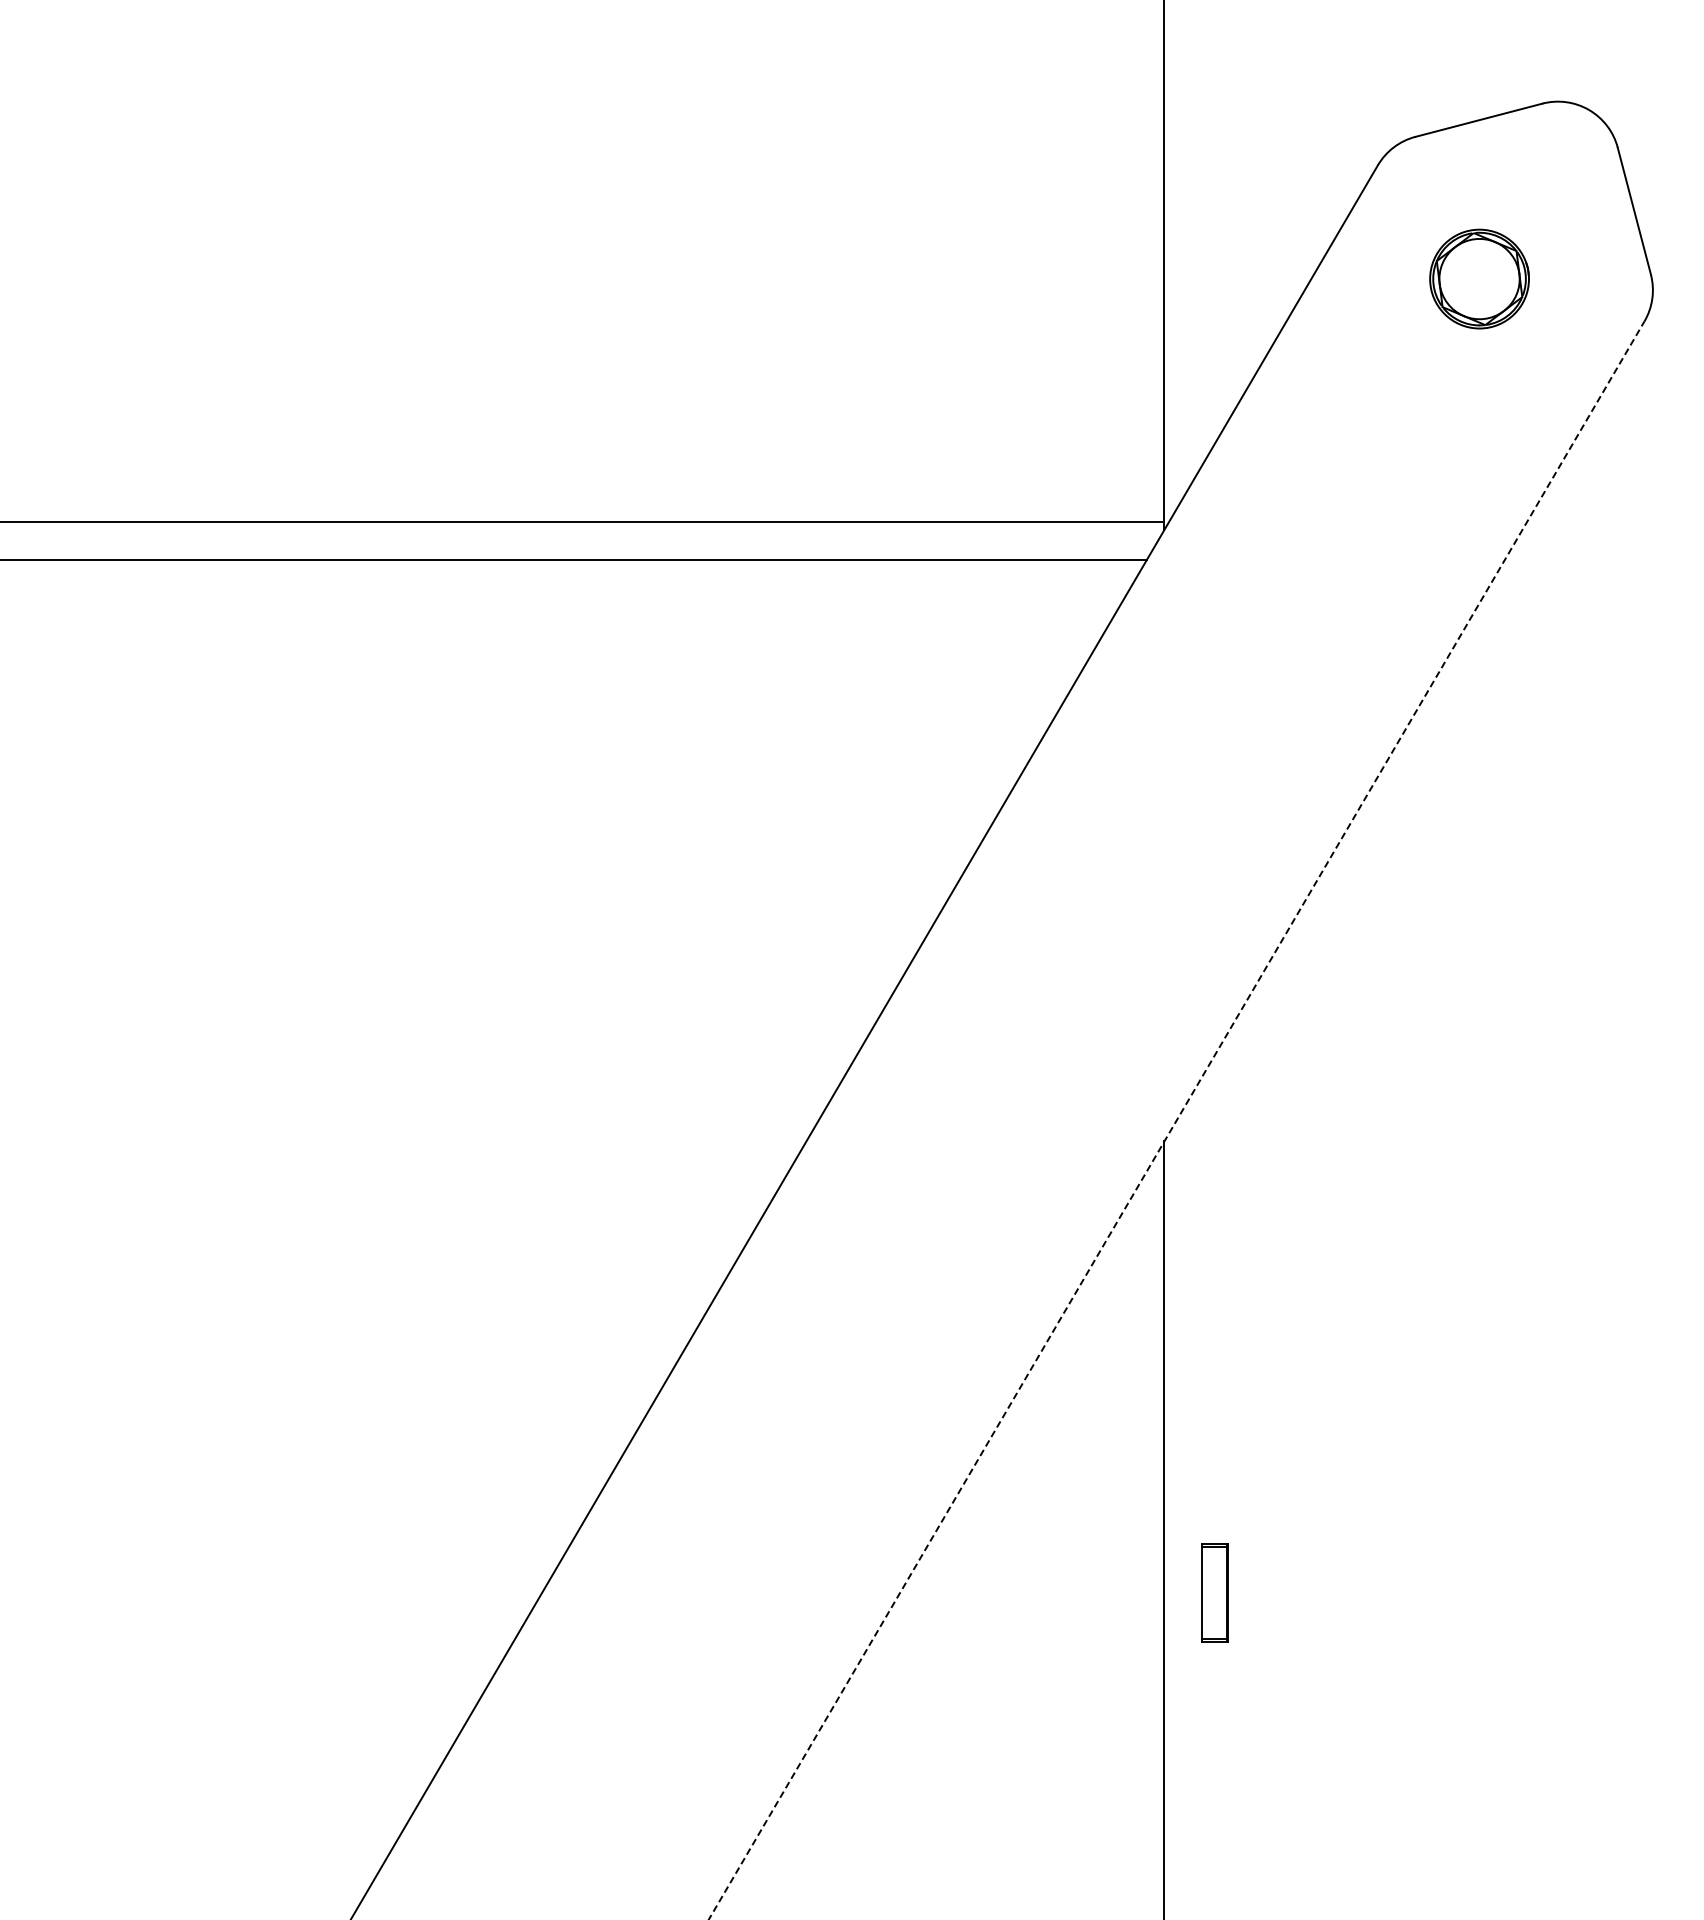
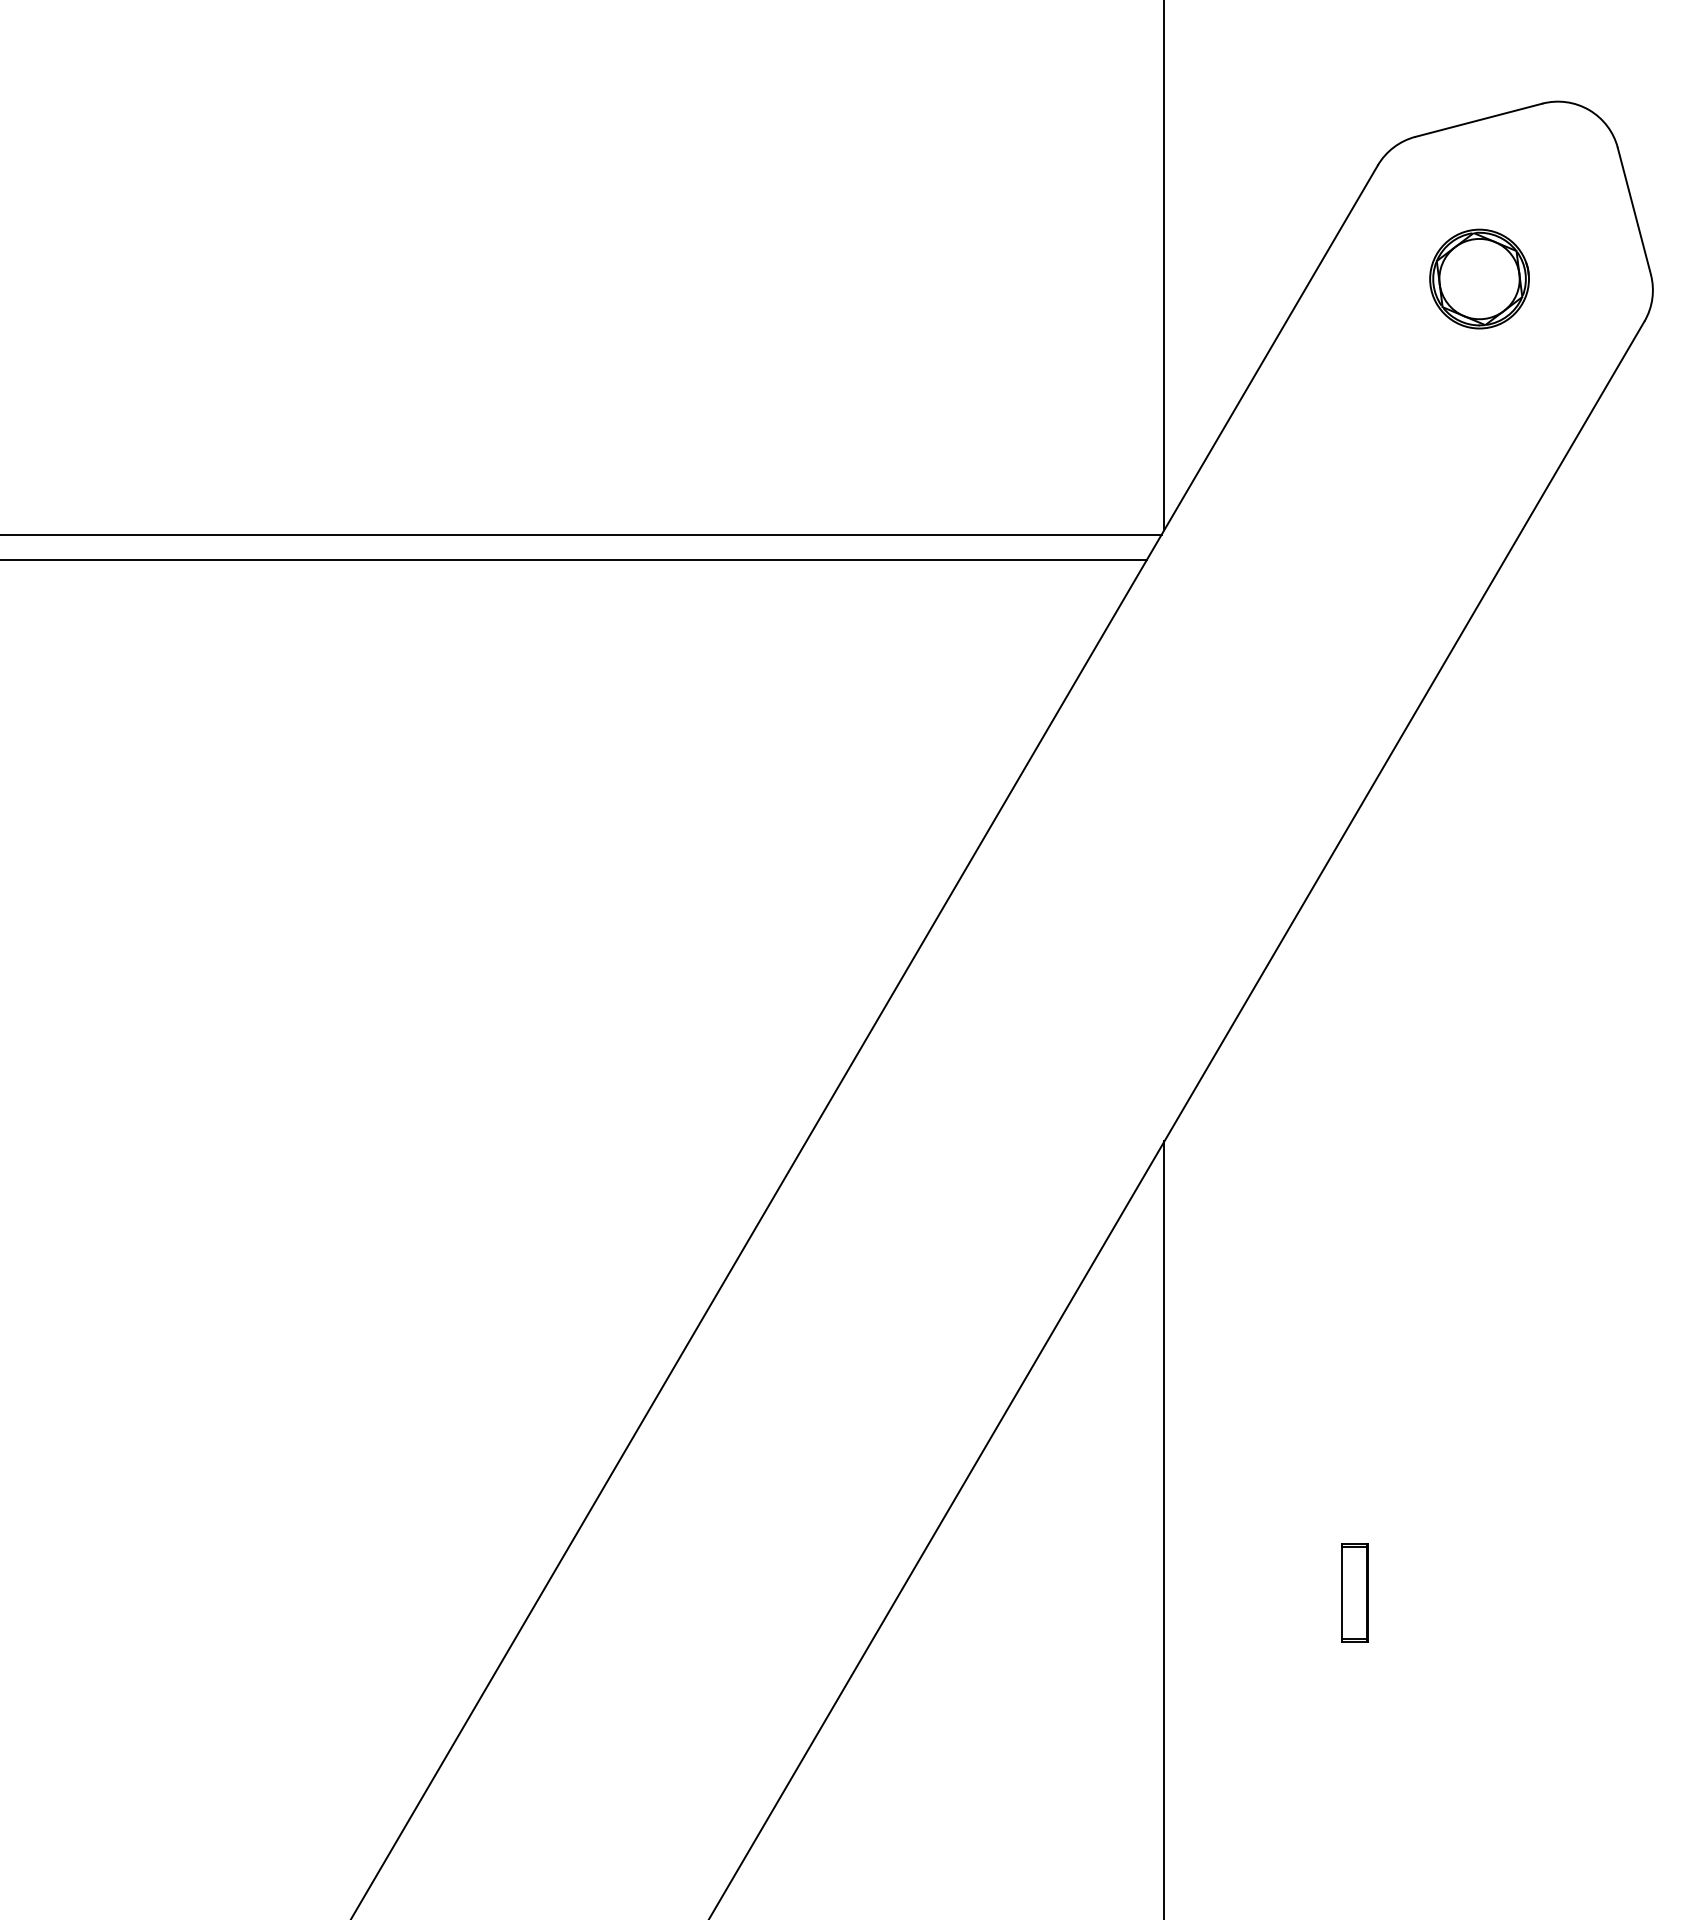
line at (581, 521) position: (581, 521) -> (581, 534)
line at (1176, 1120): dashed -> solid
part at (1214, 1592) position: (1214, 1592) -> (1354, 1592)
